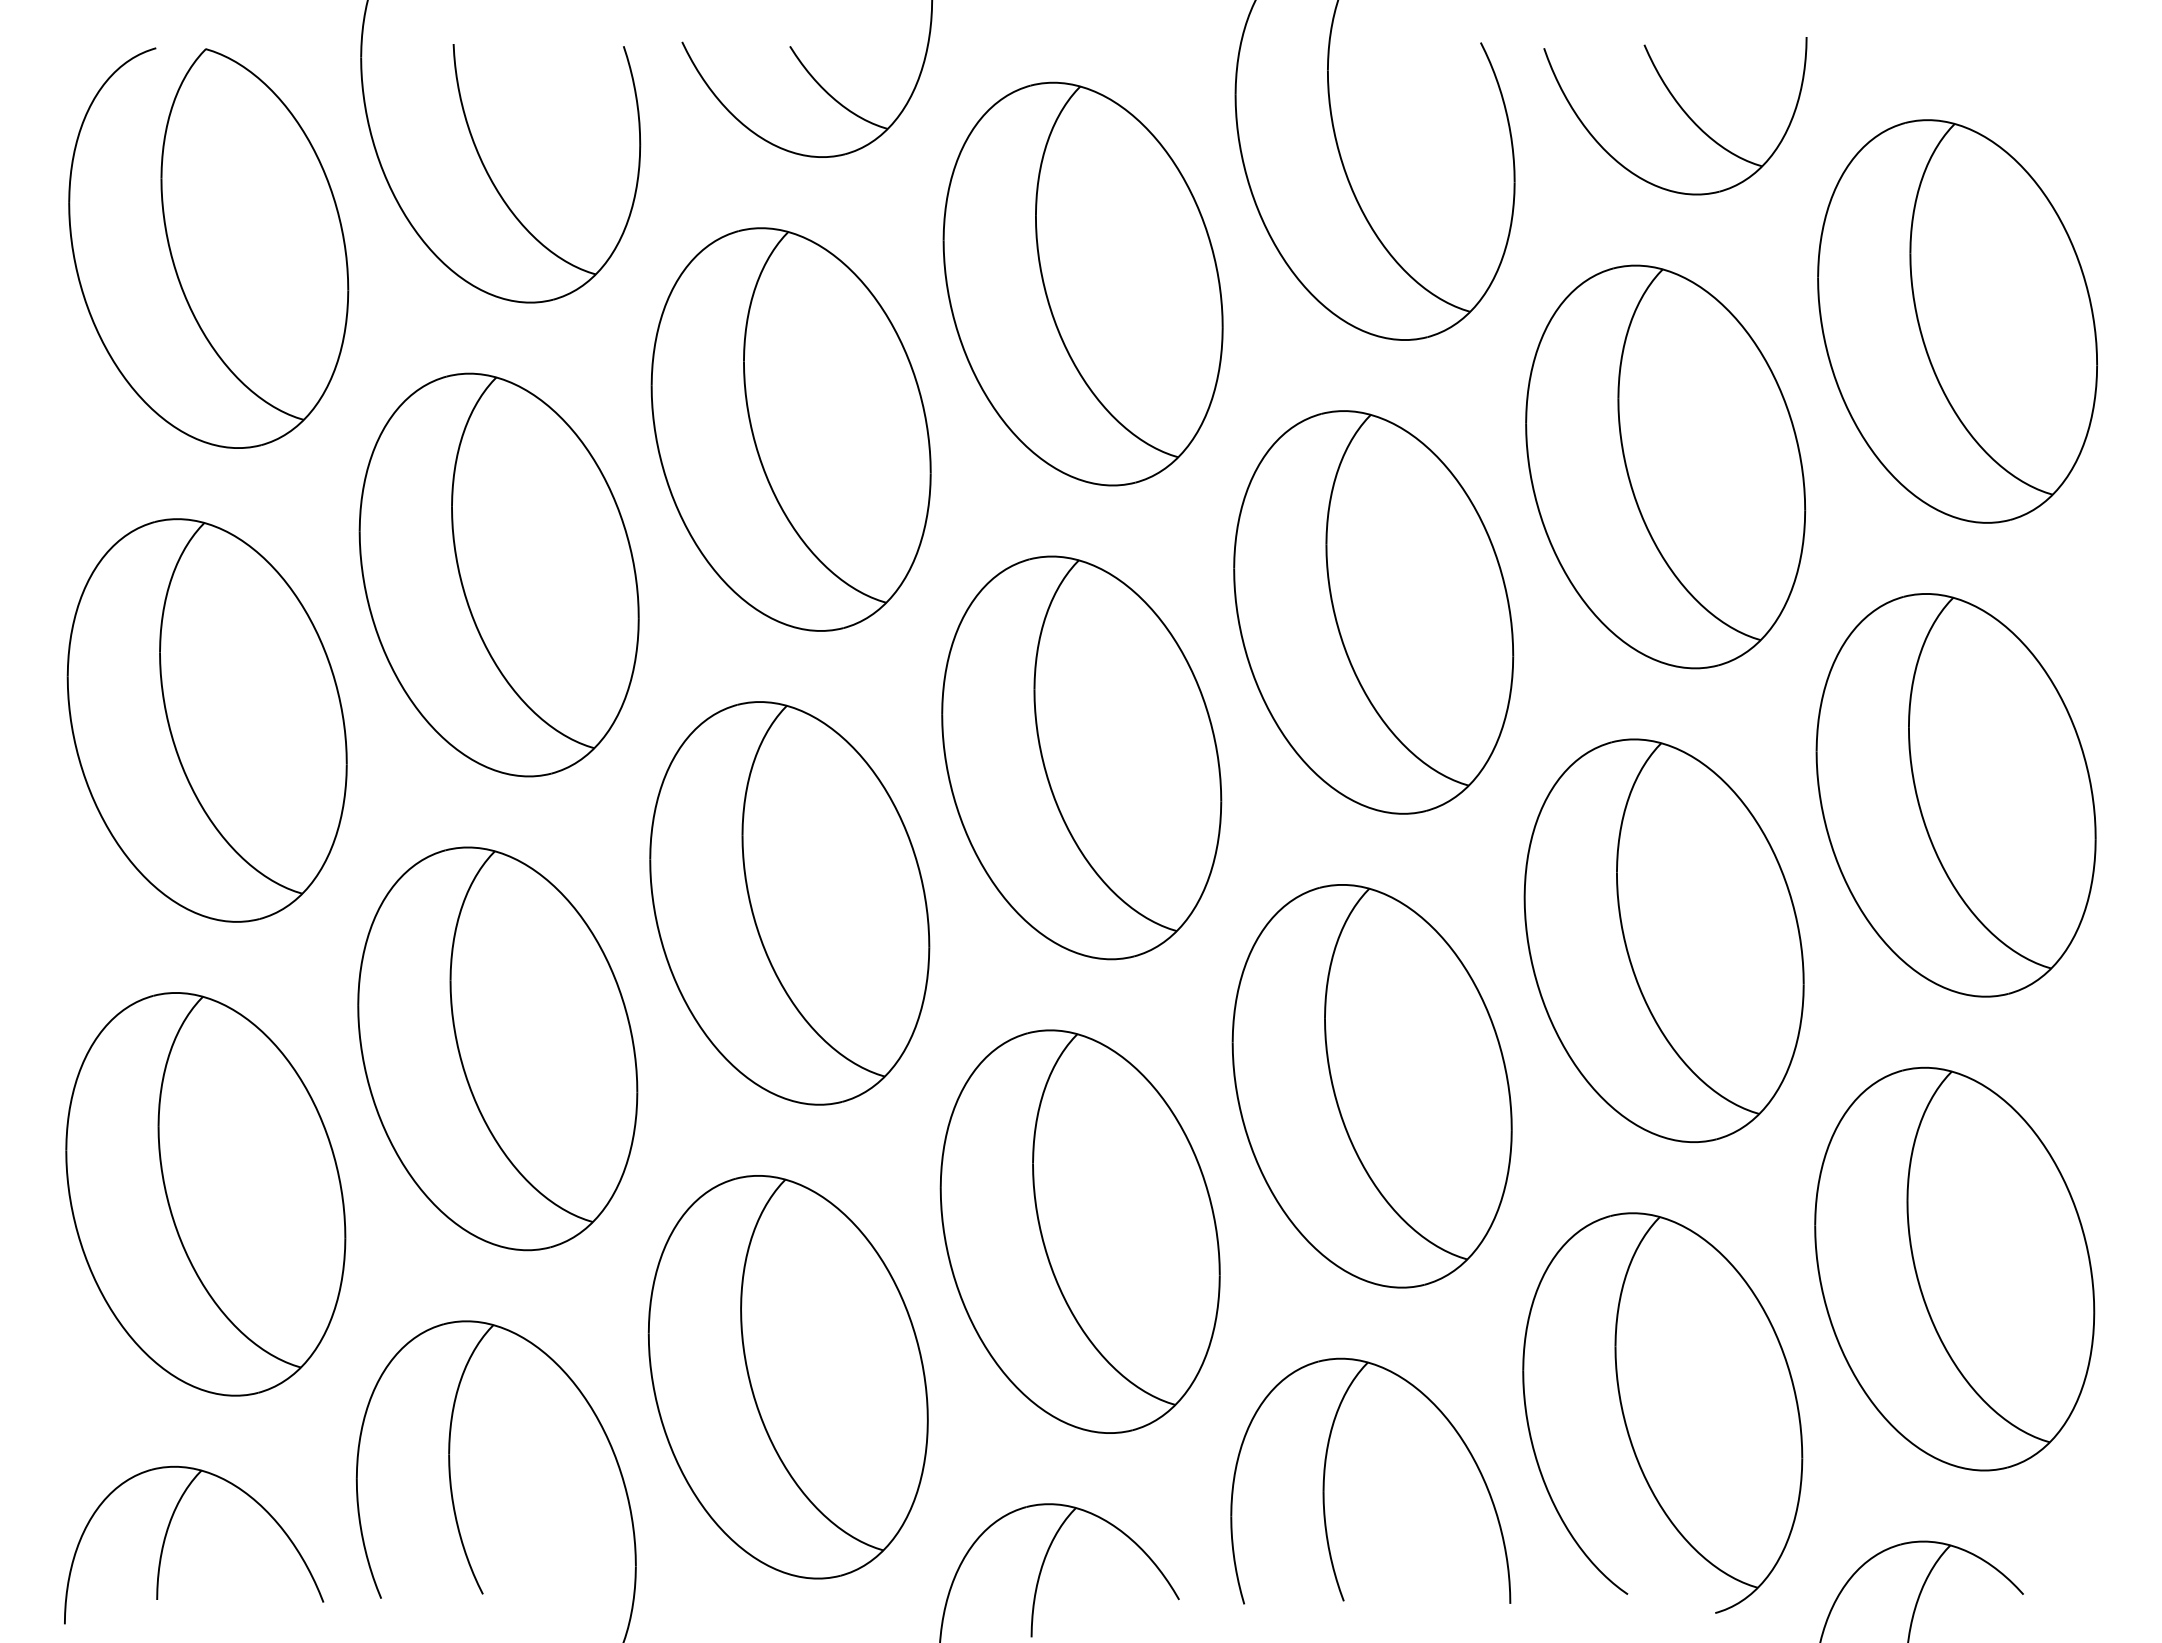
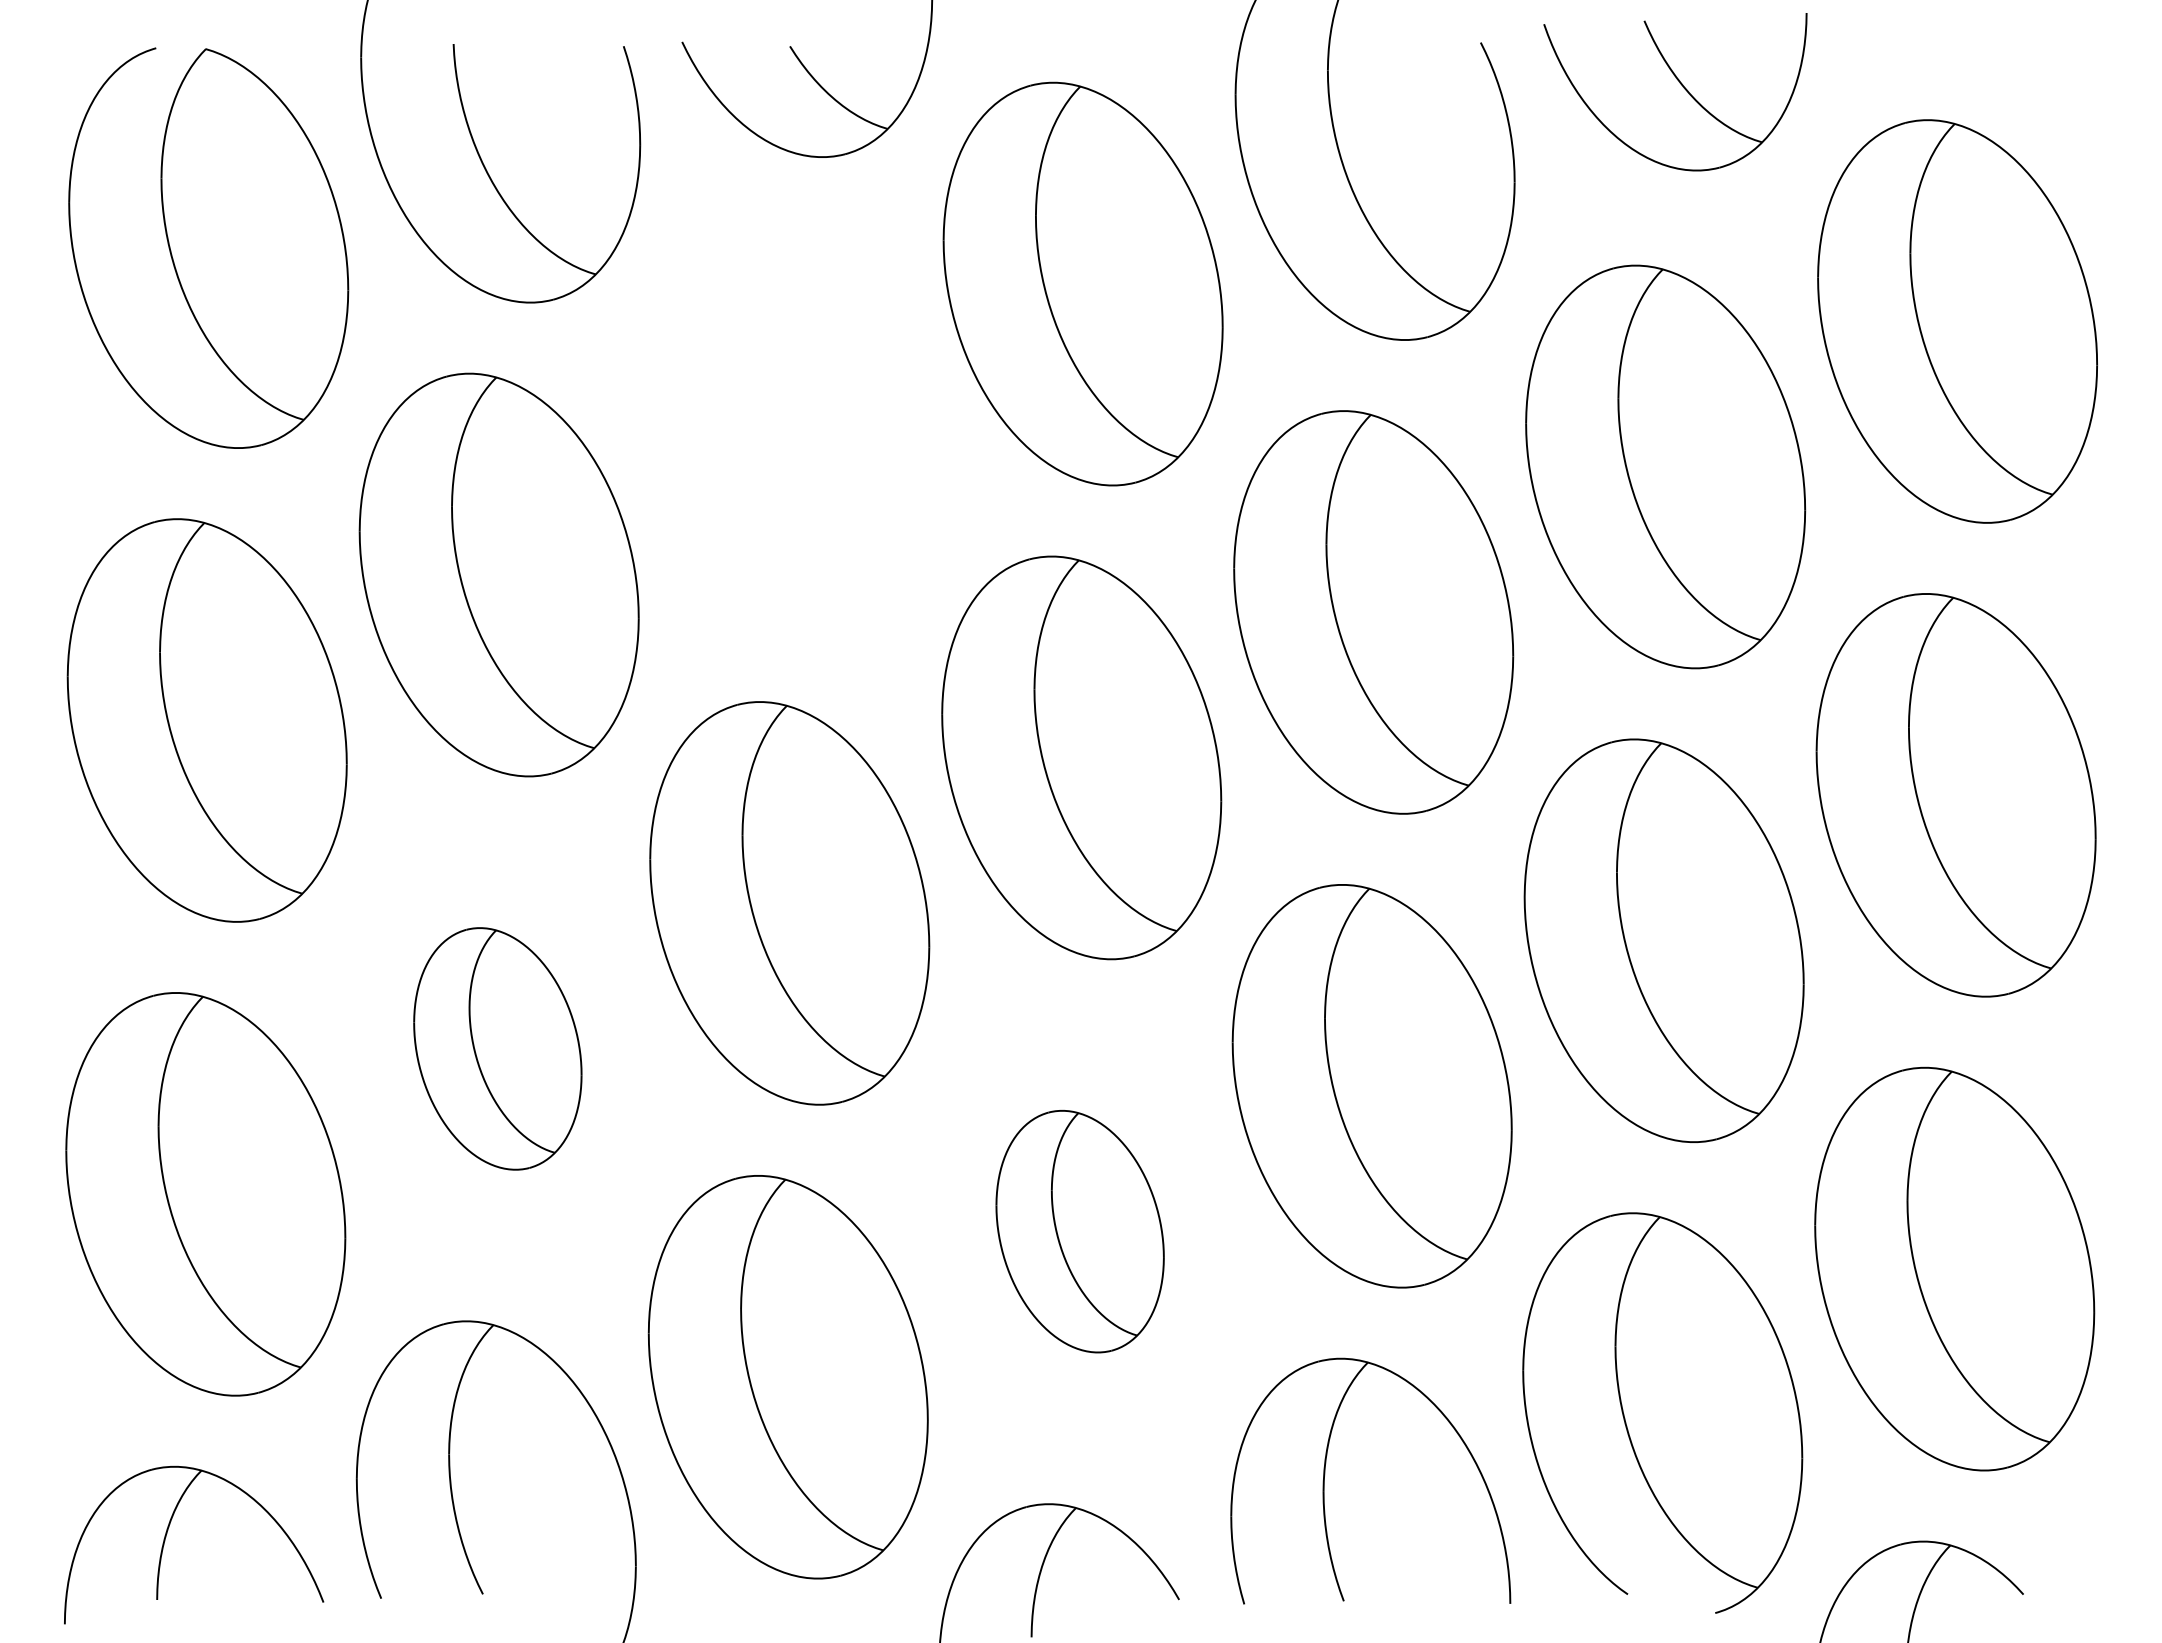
part at (1683, 112) position: (1683, 112) -> (1683, 88)
part at (790, 429): present -> none
part at (497, 1048) size: 282x406 px -> 170x244 px
part at (1079, 1231) size: 282x405 px -> 170x244 px
